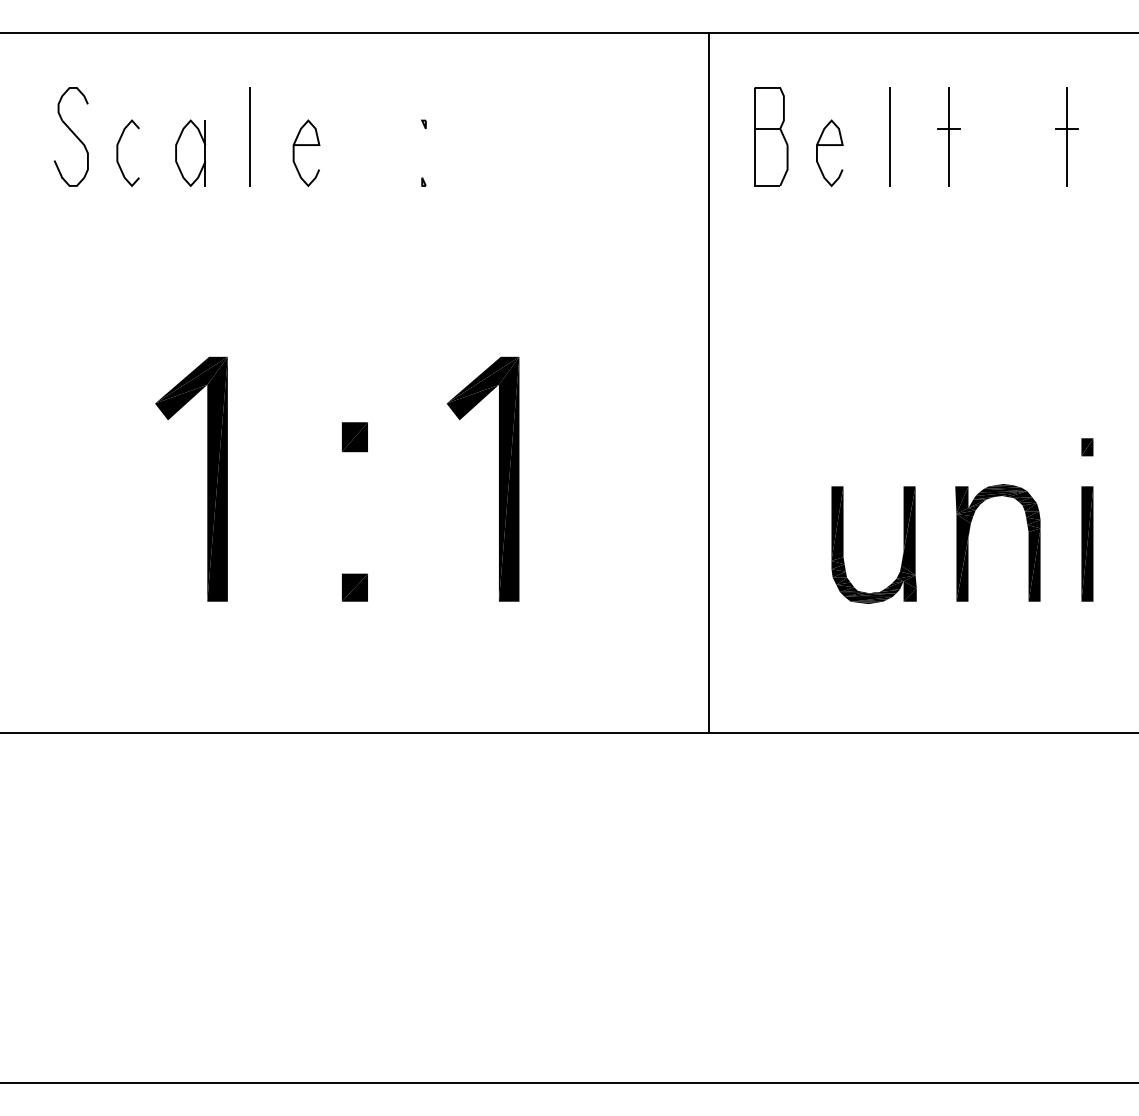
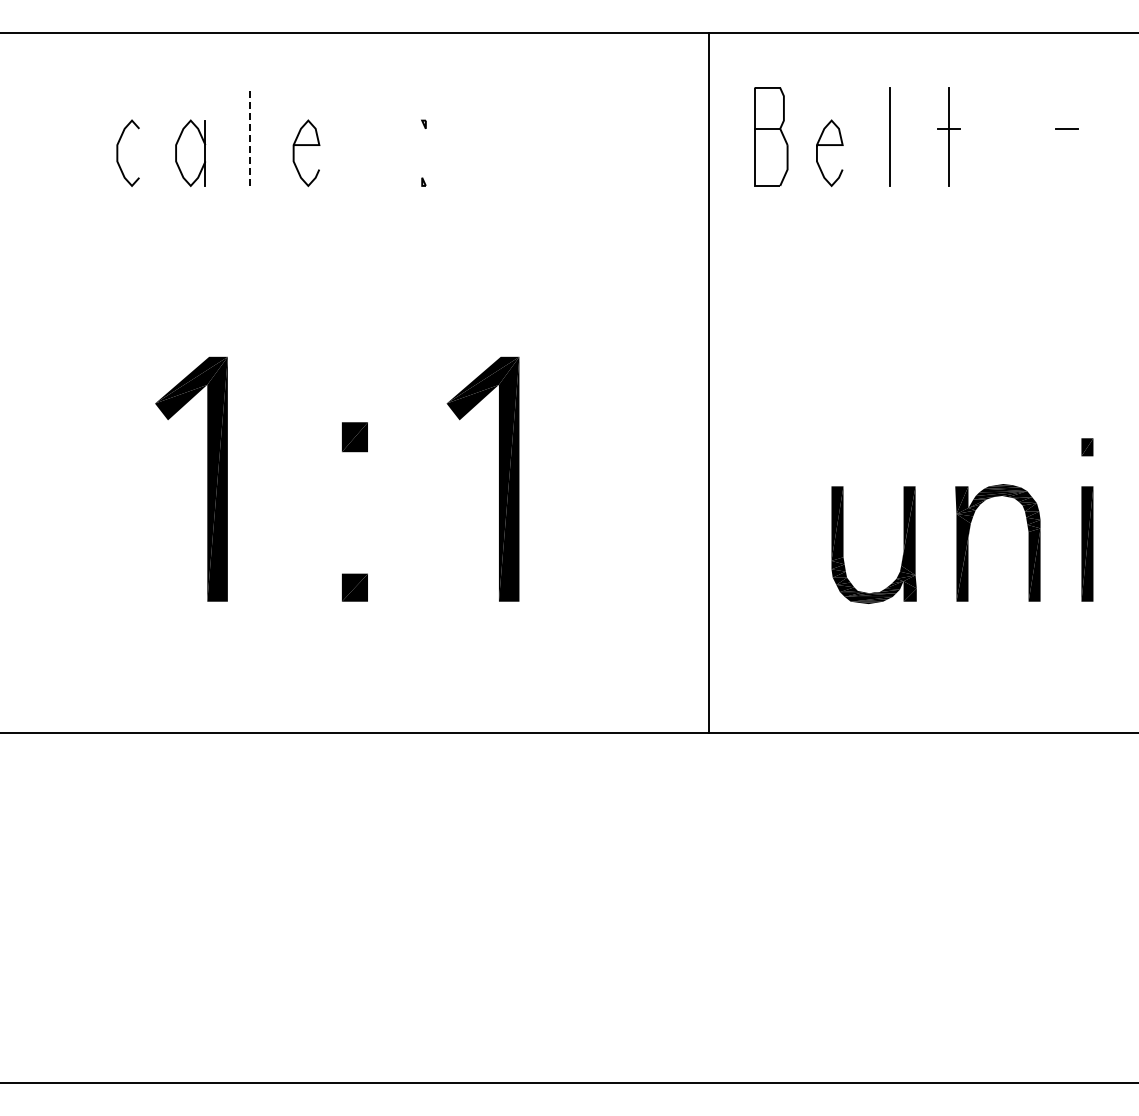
part at (70, 136): present -> none
line at (249, 136): solid -> dashed
line at (1066, 136): present -> none
